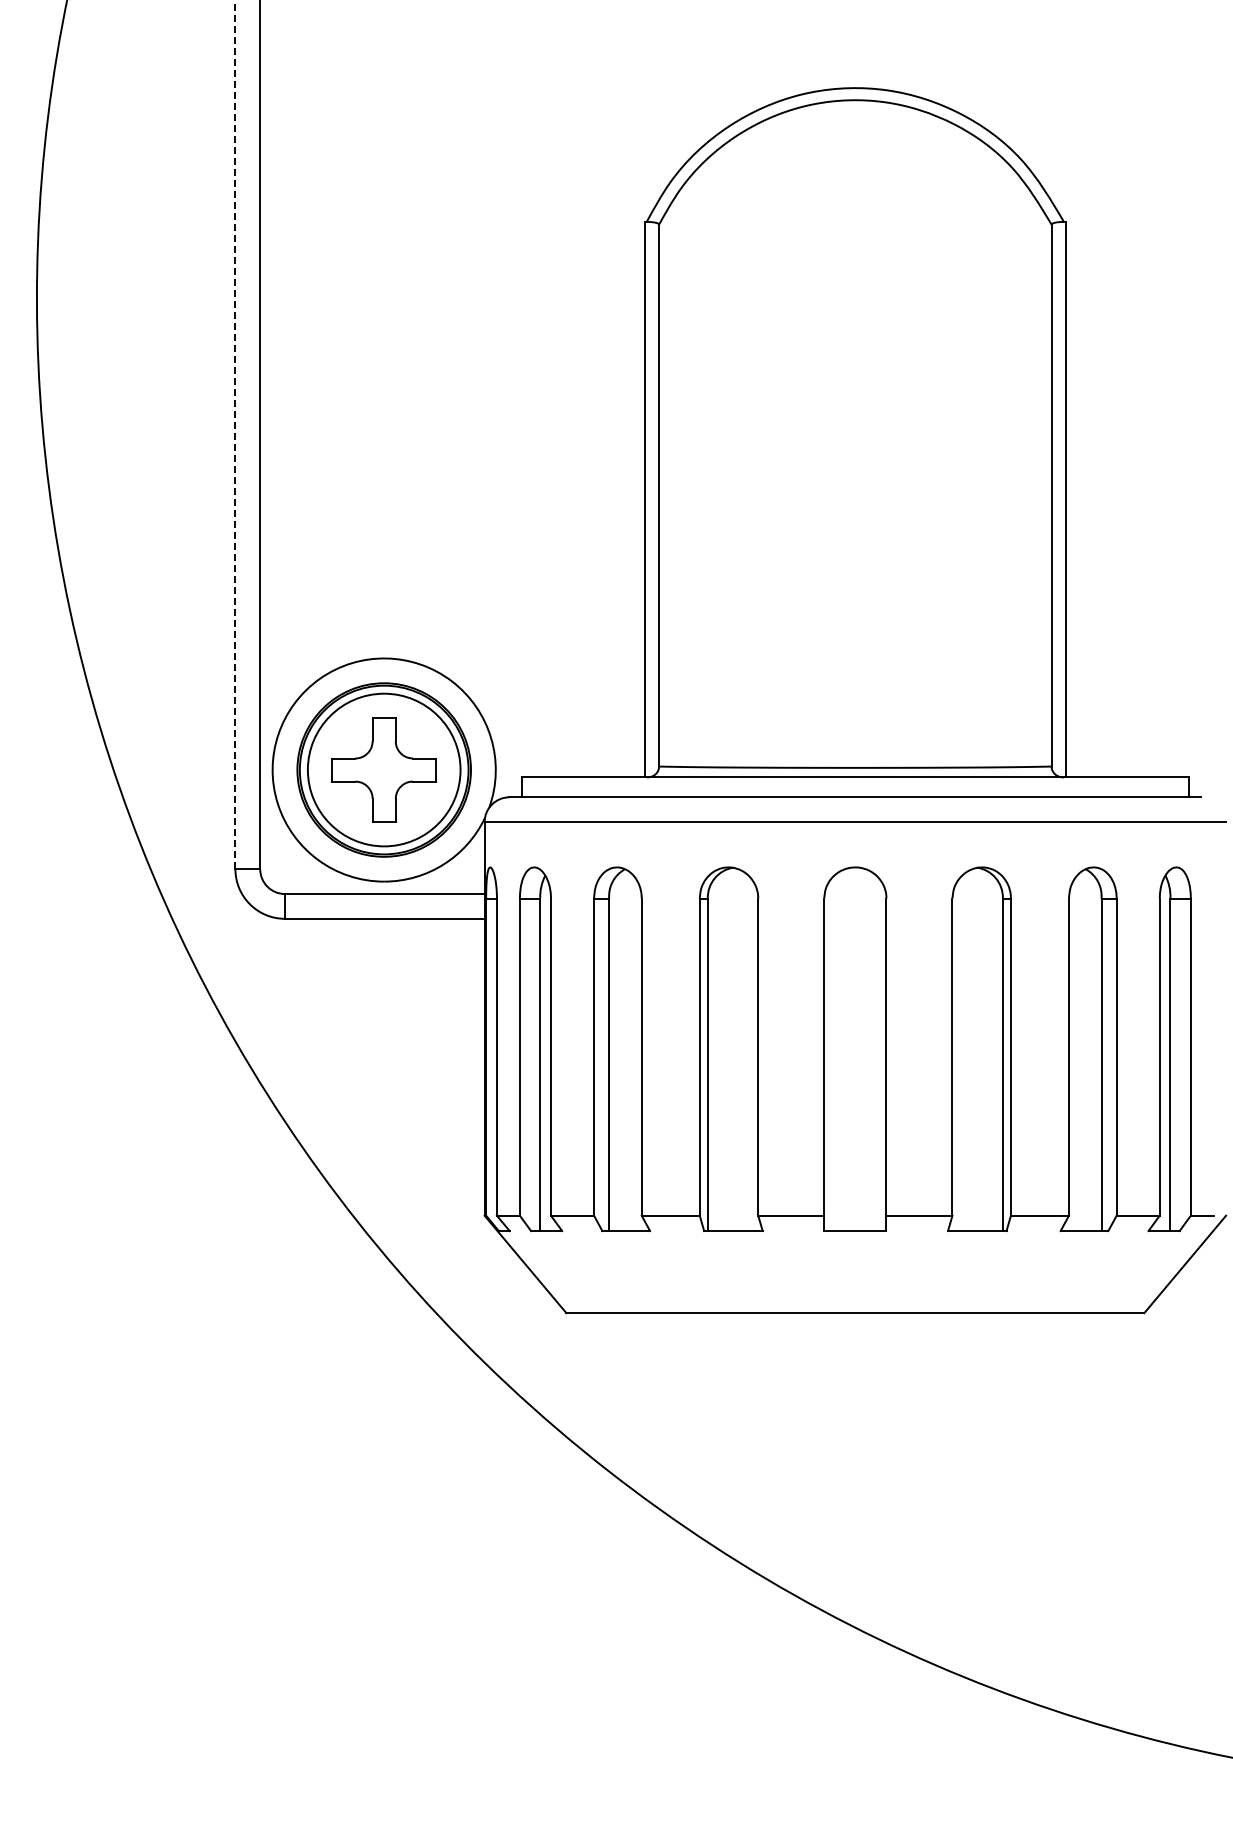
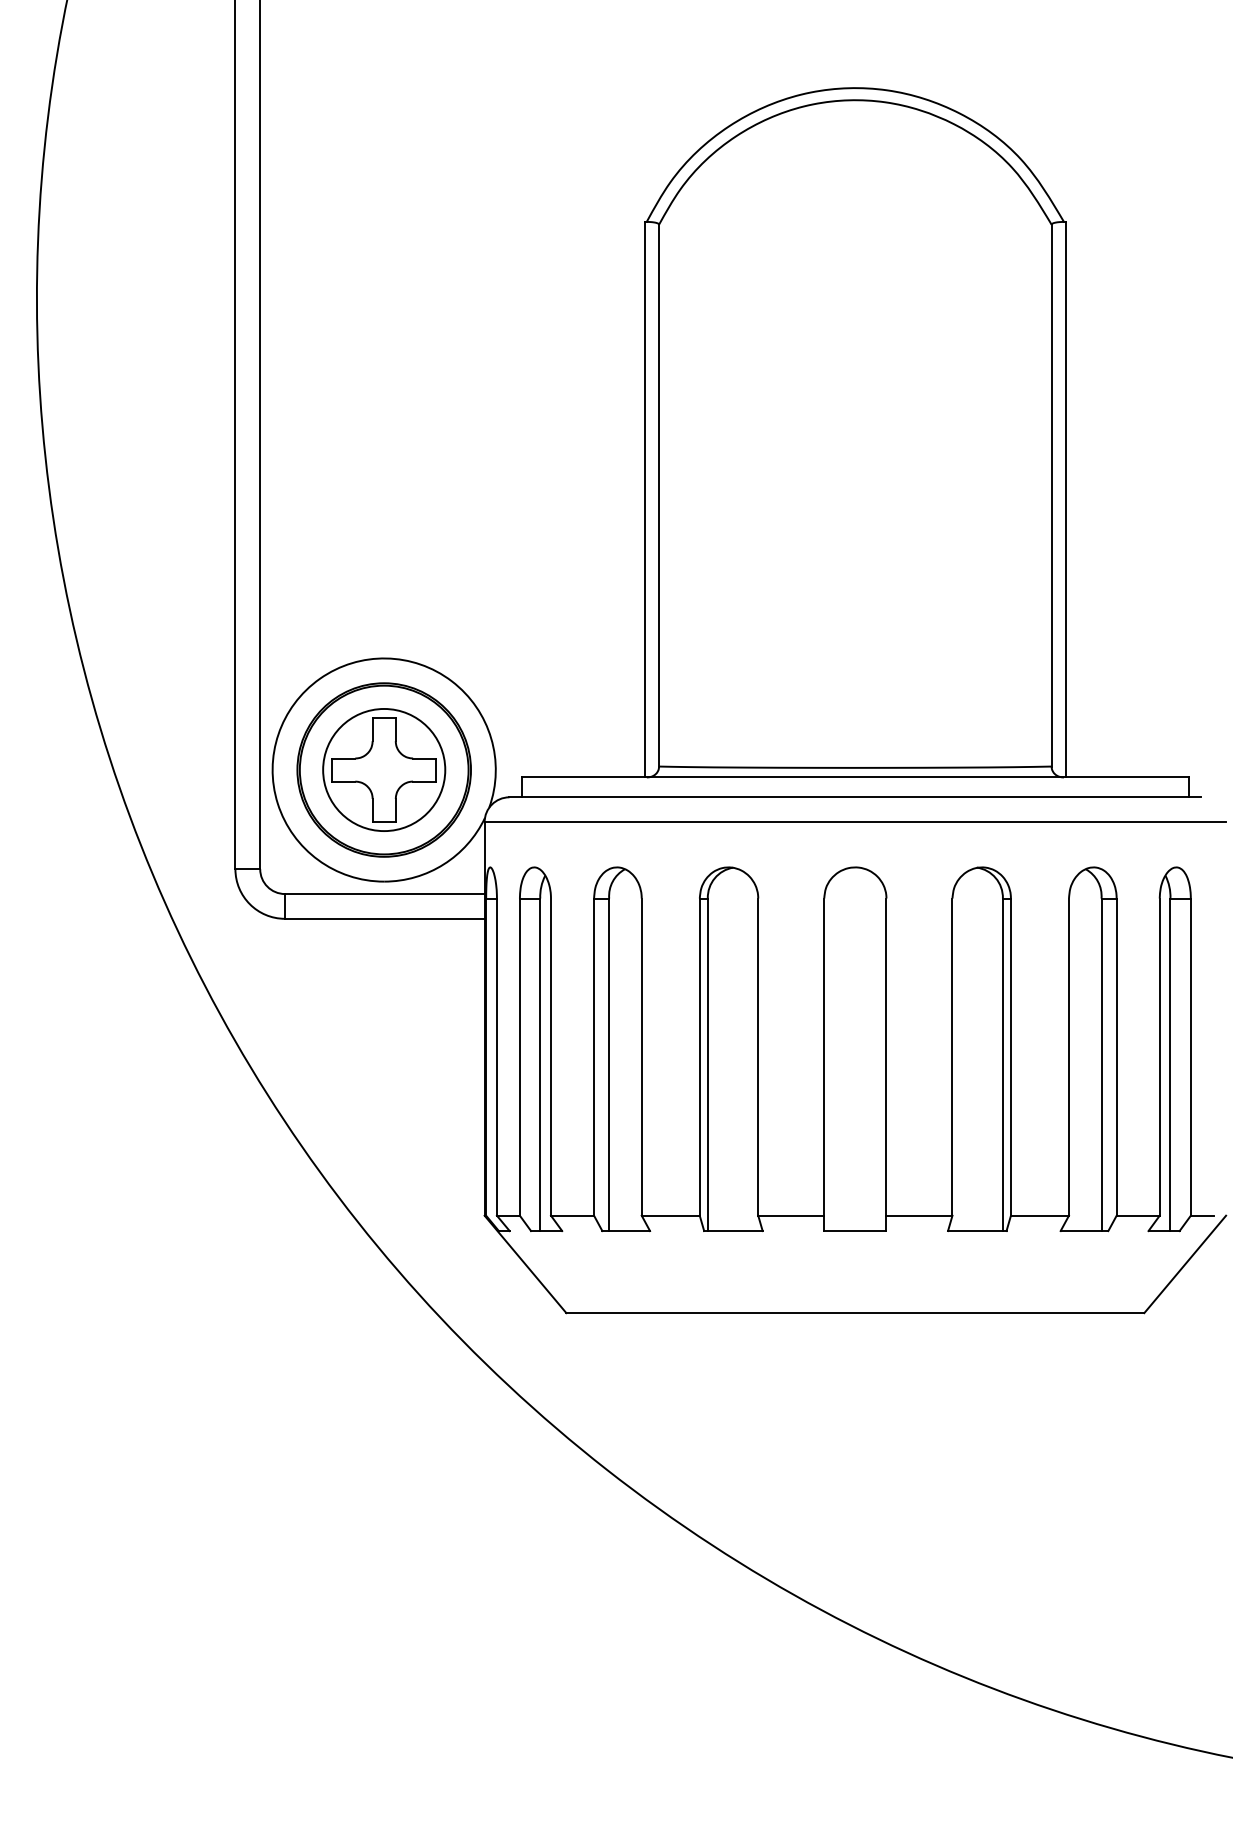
line at (235, 434): dashed -> solid
circle at (383, 769) diameter: 153 px -> 122 px
